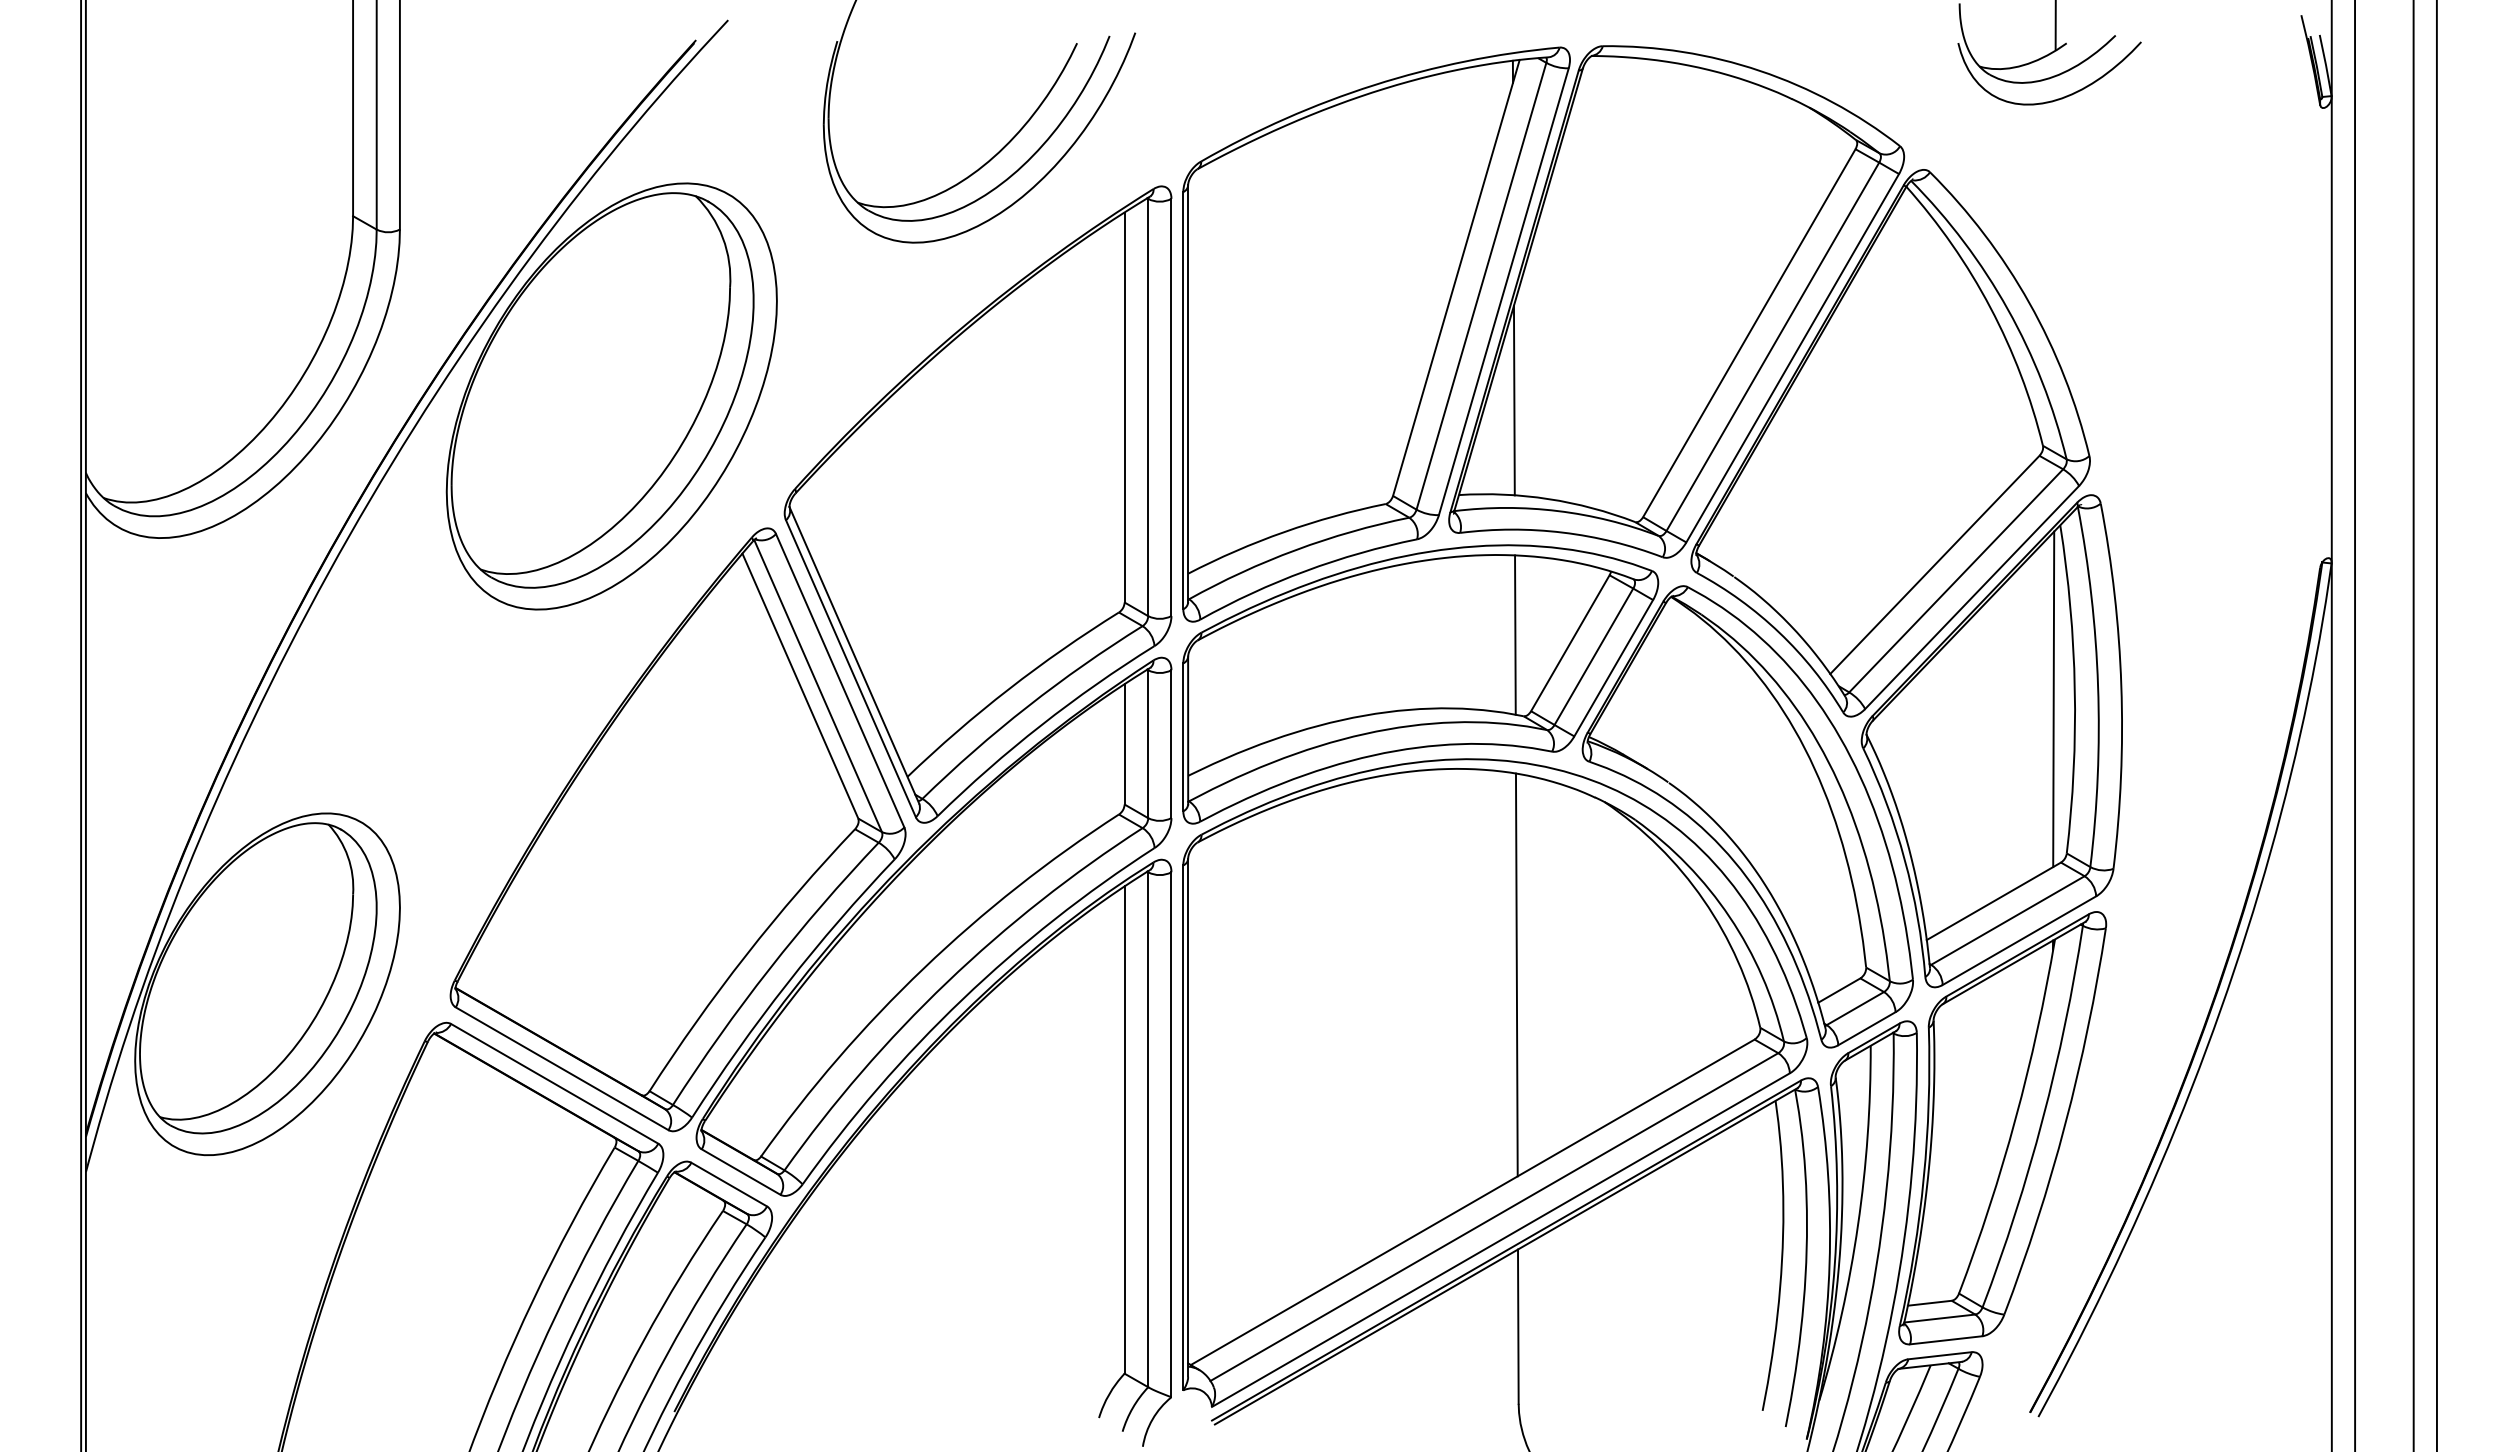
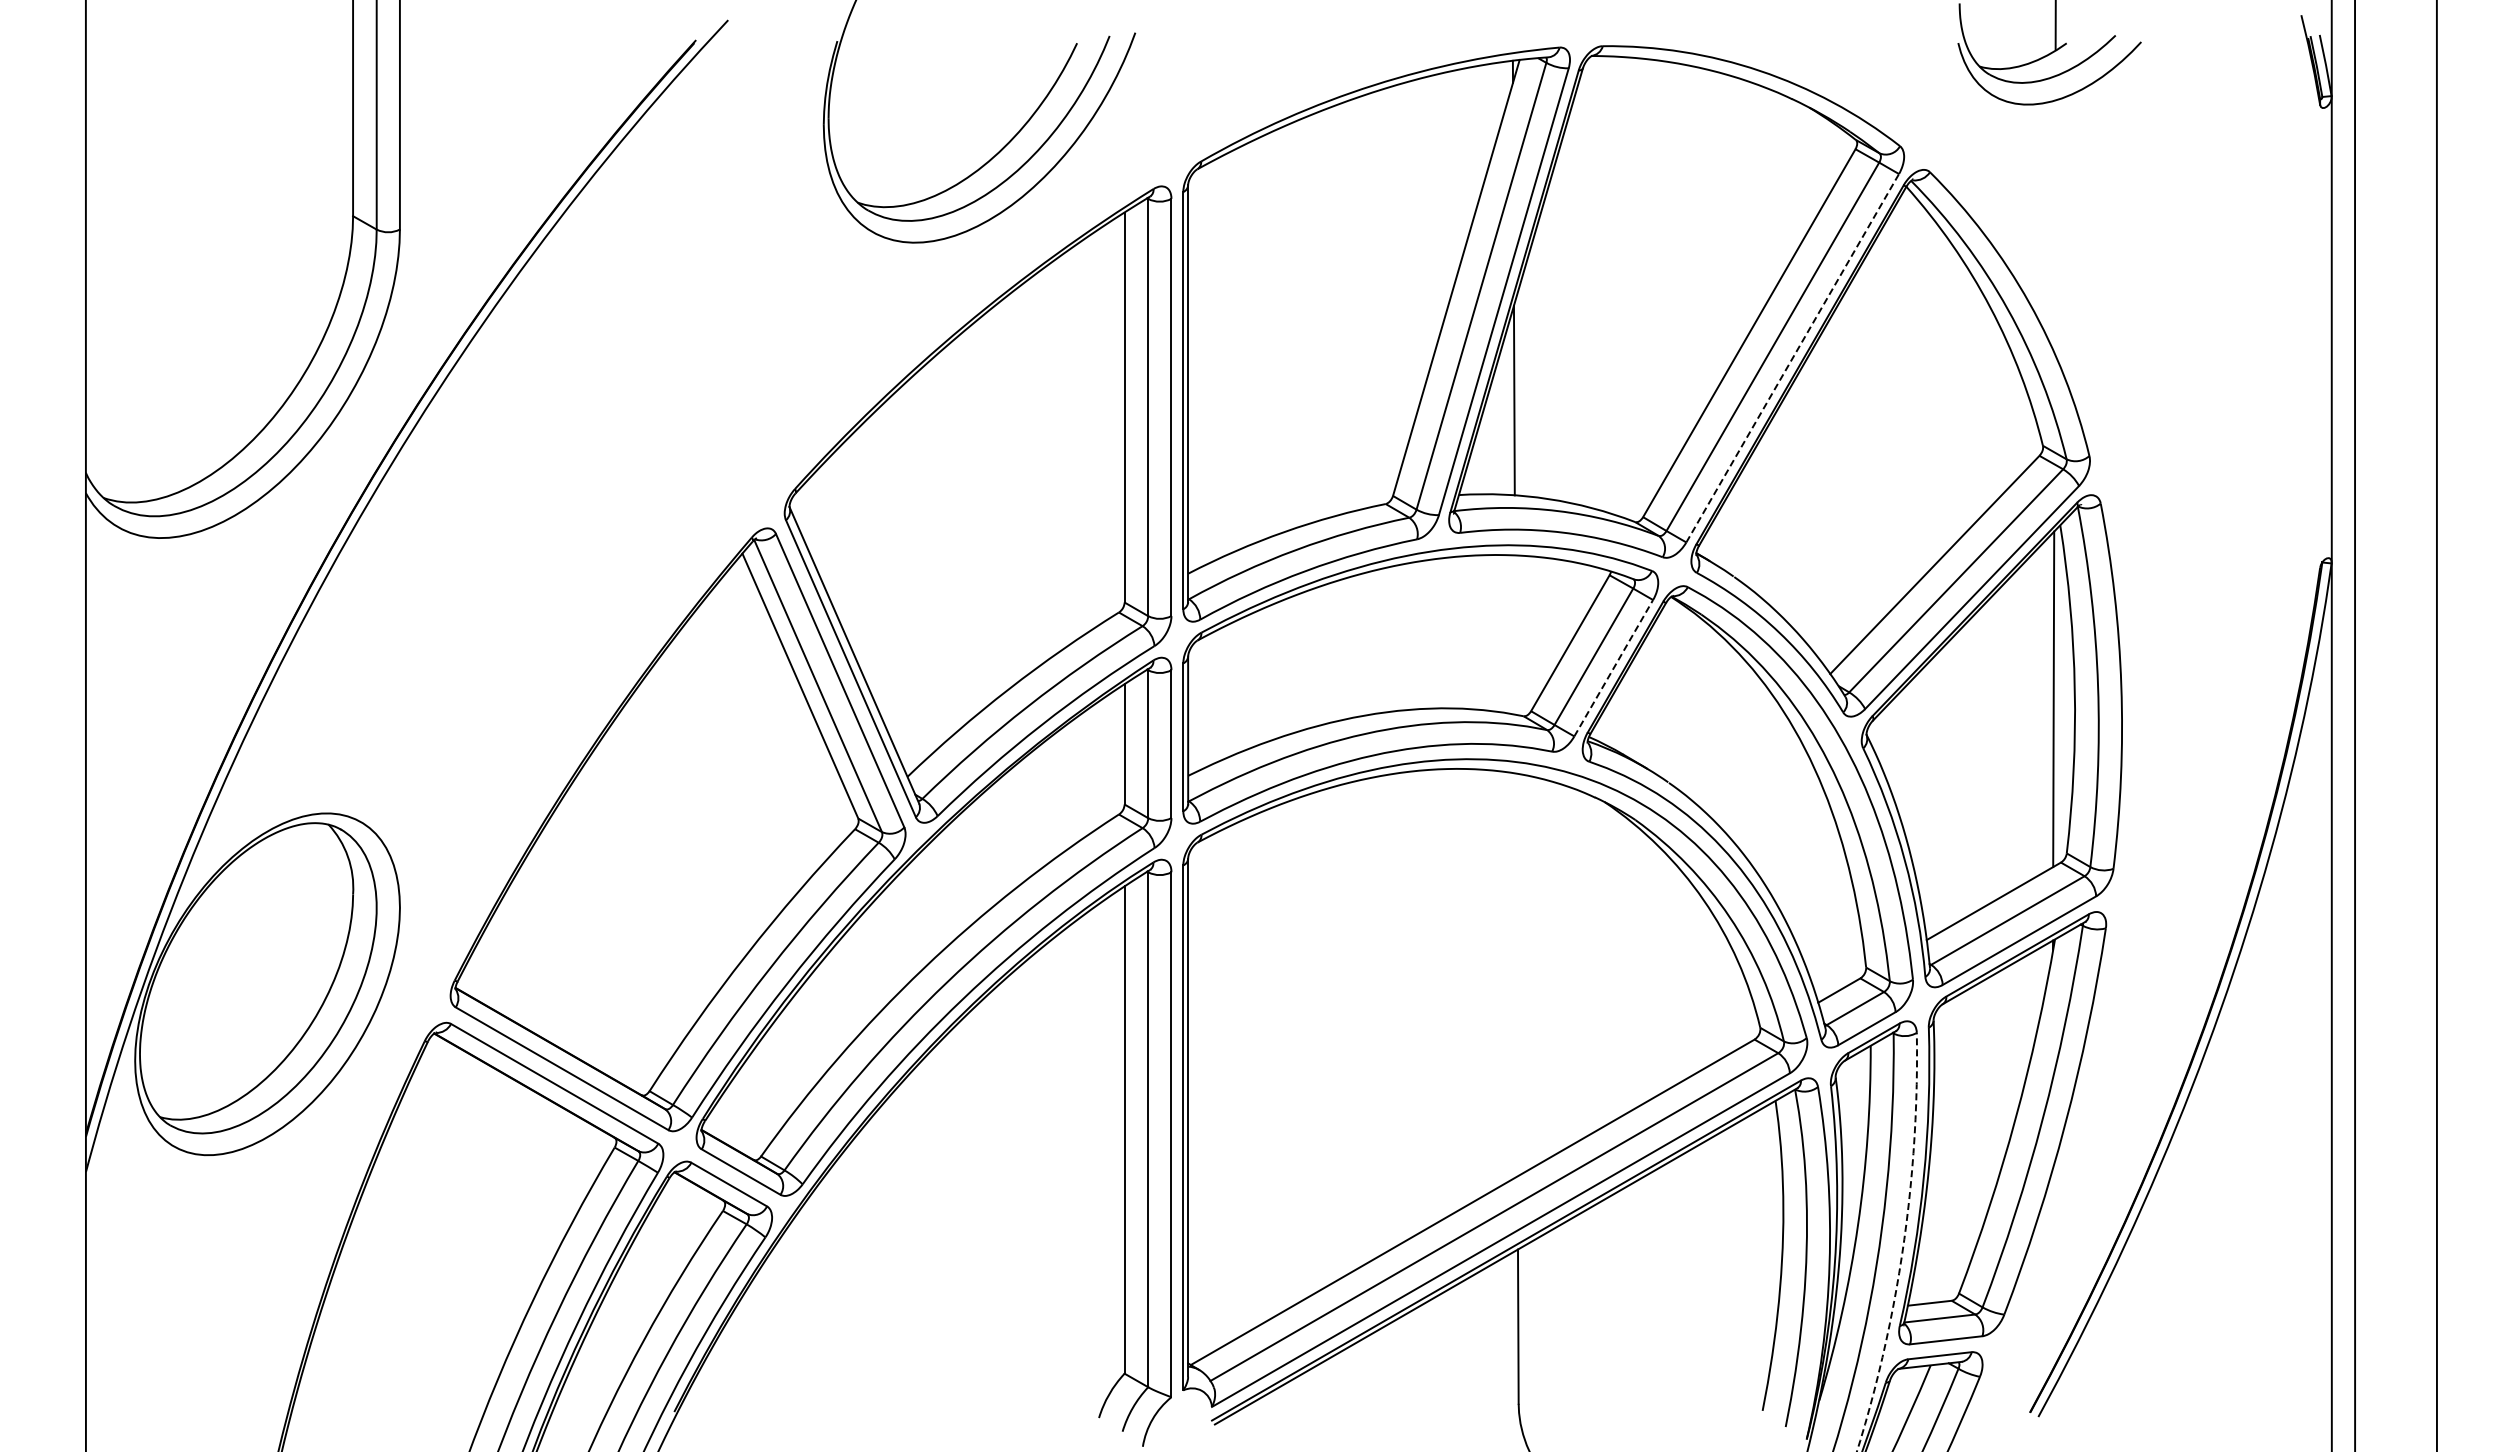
line at (1792, 358): solid -> dashed
part at (611, 396): present -> none
line at (1515, 634): present -> none
line at (1613, 668): solid -> dashed
line at (81, 725): present -> none
line at (2413, 725): present -> none
line at (1516, 974): present -> none
arc at (1903, 1244): solid -> dashed
